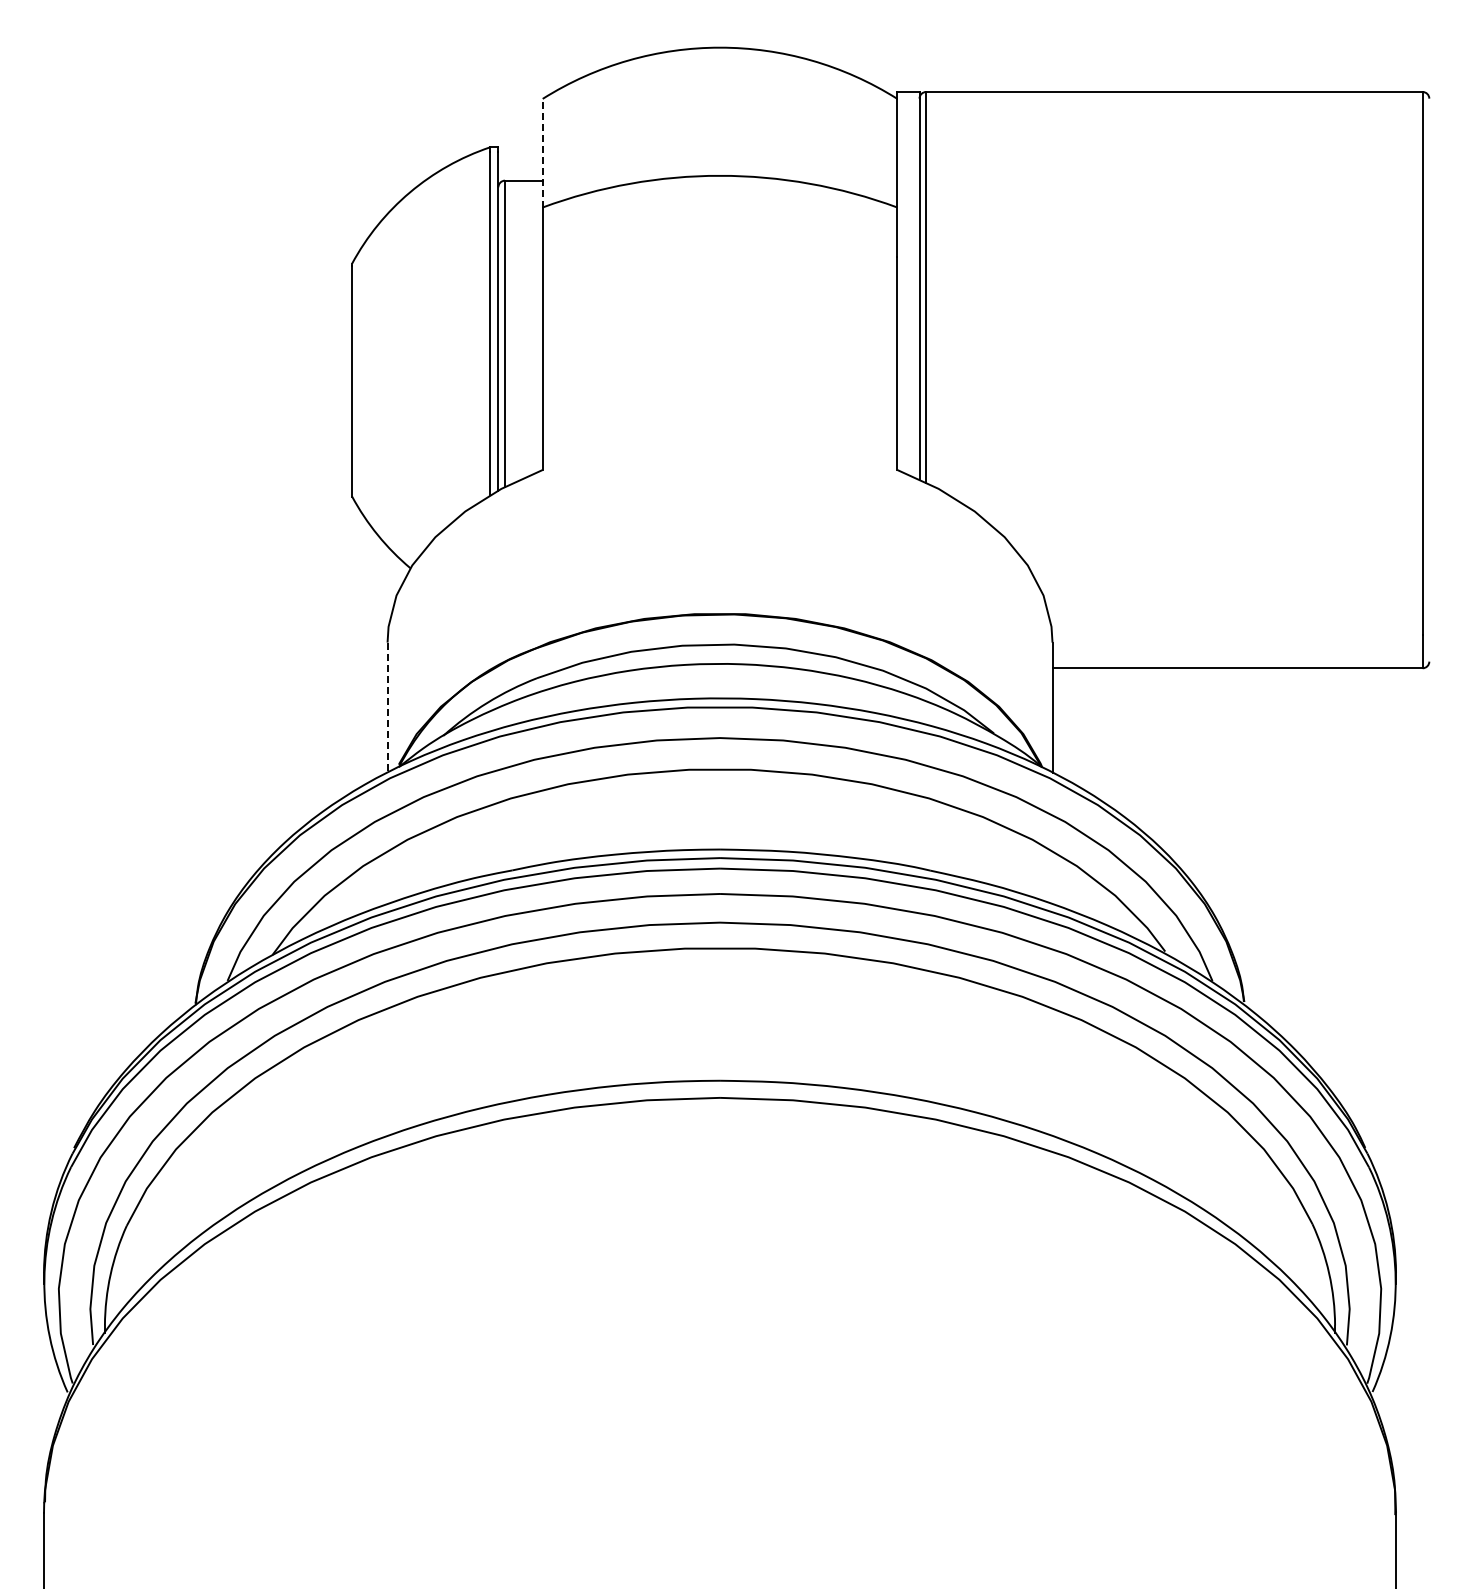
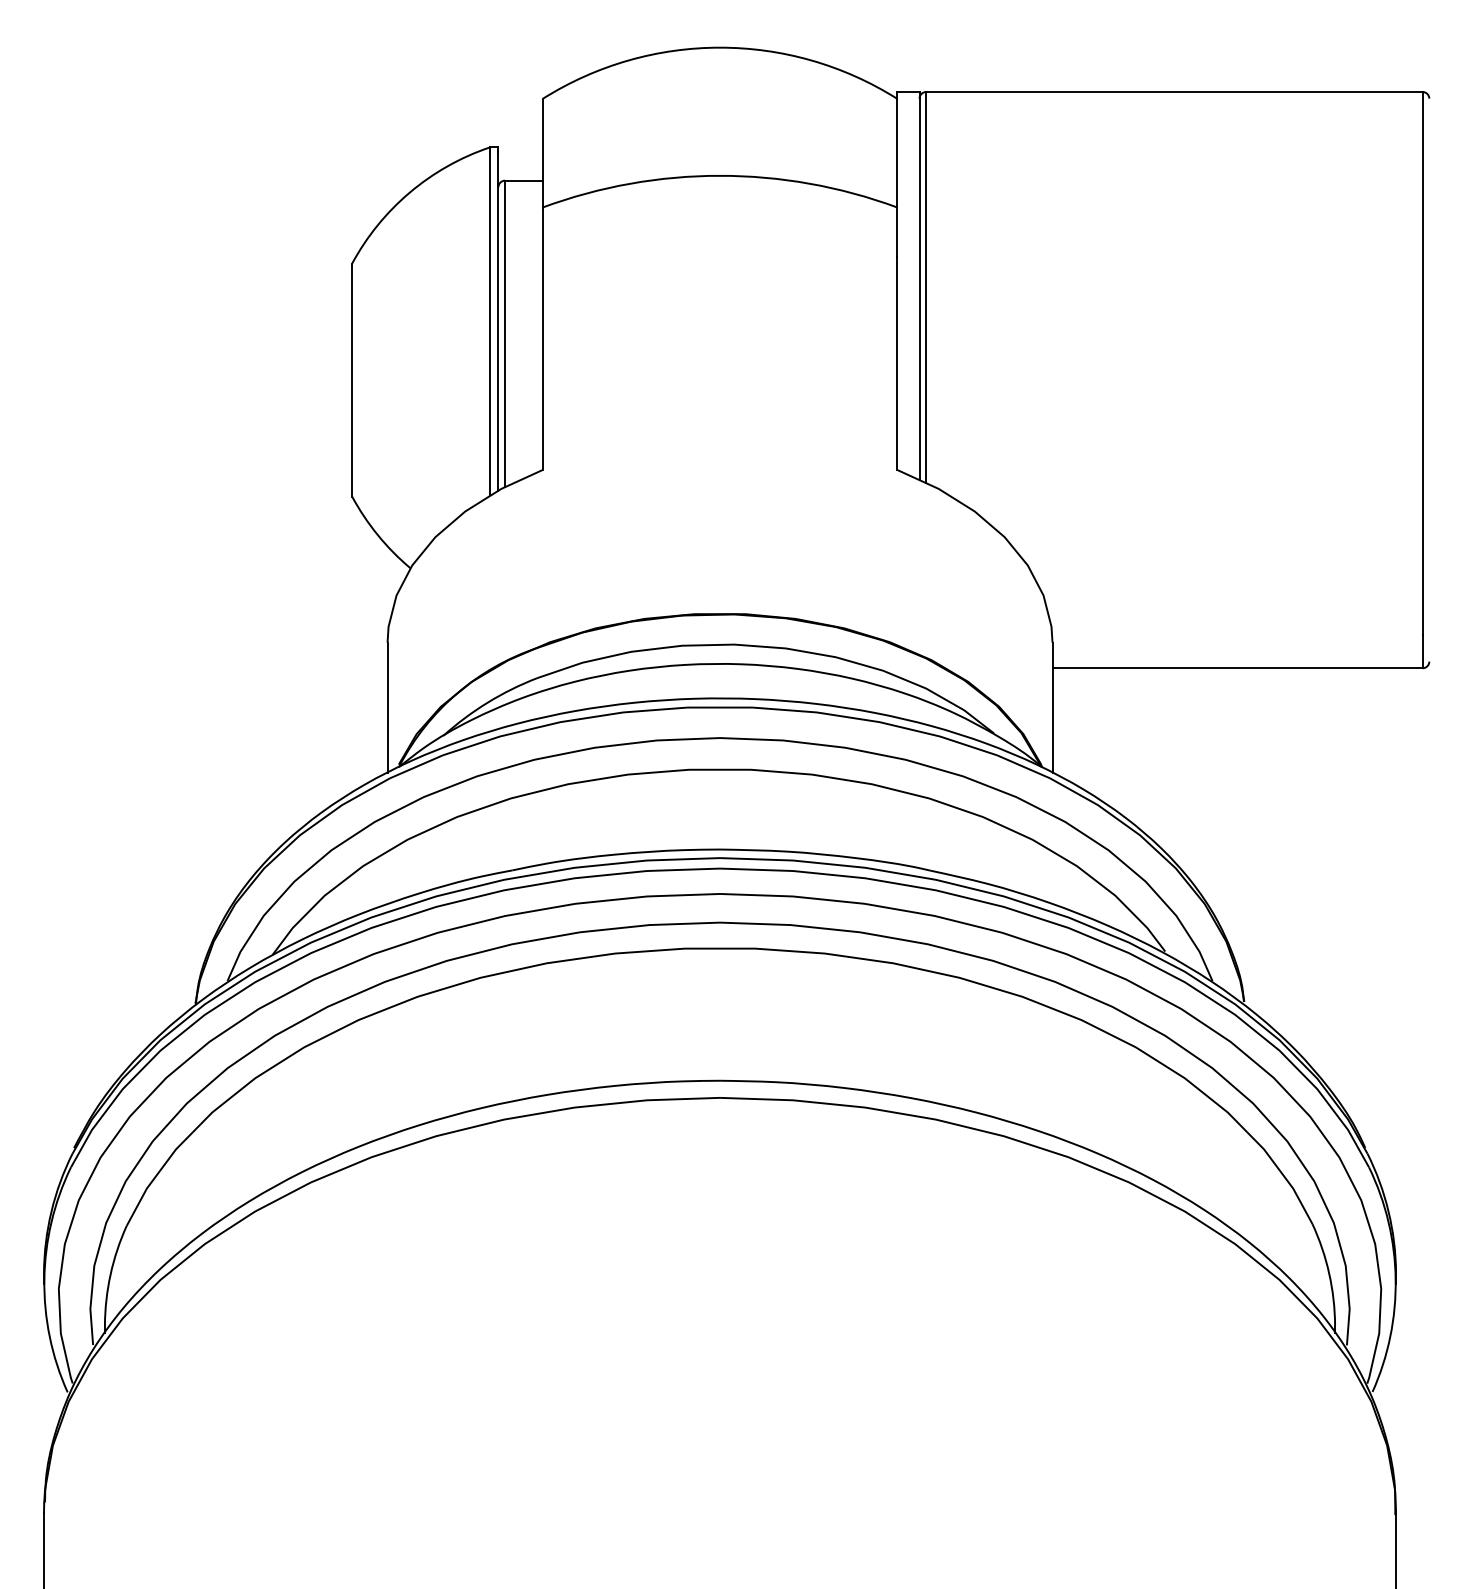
line at (542, 152): dashed -> solid
line at (387, 708): dashed -> solid
